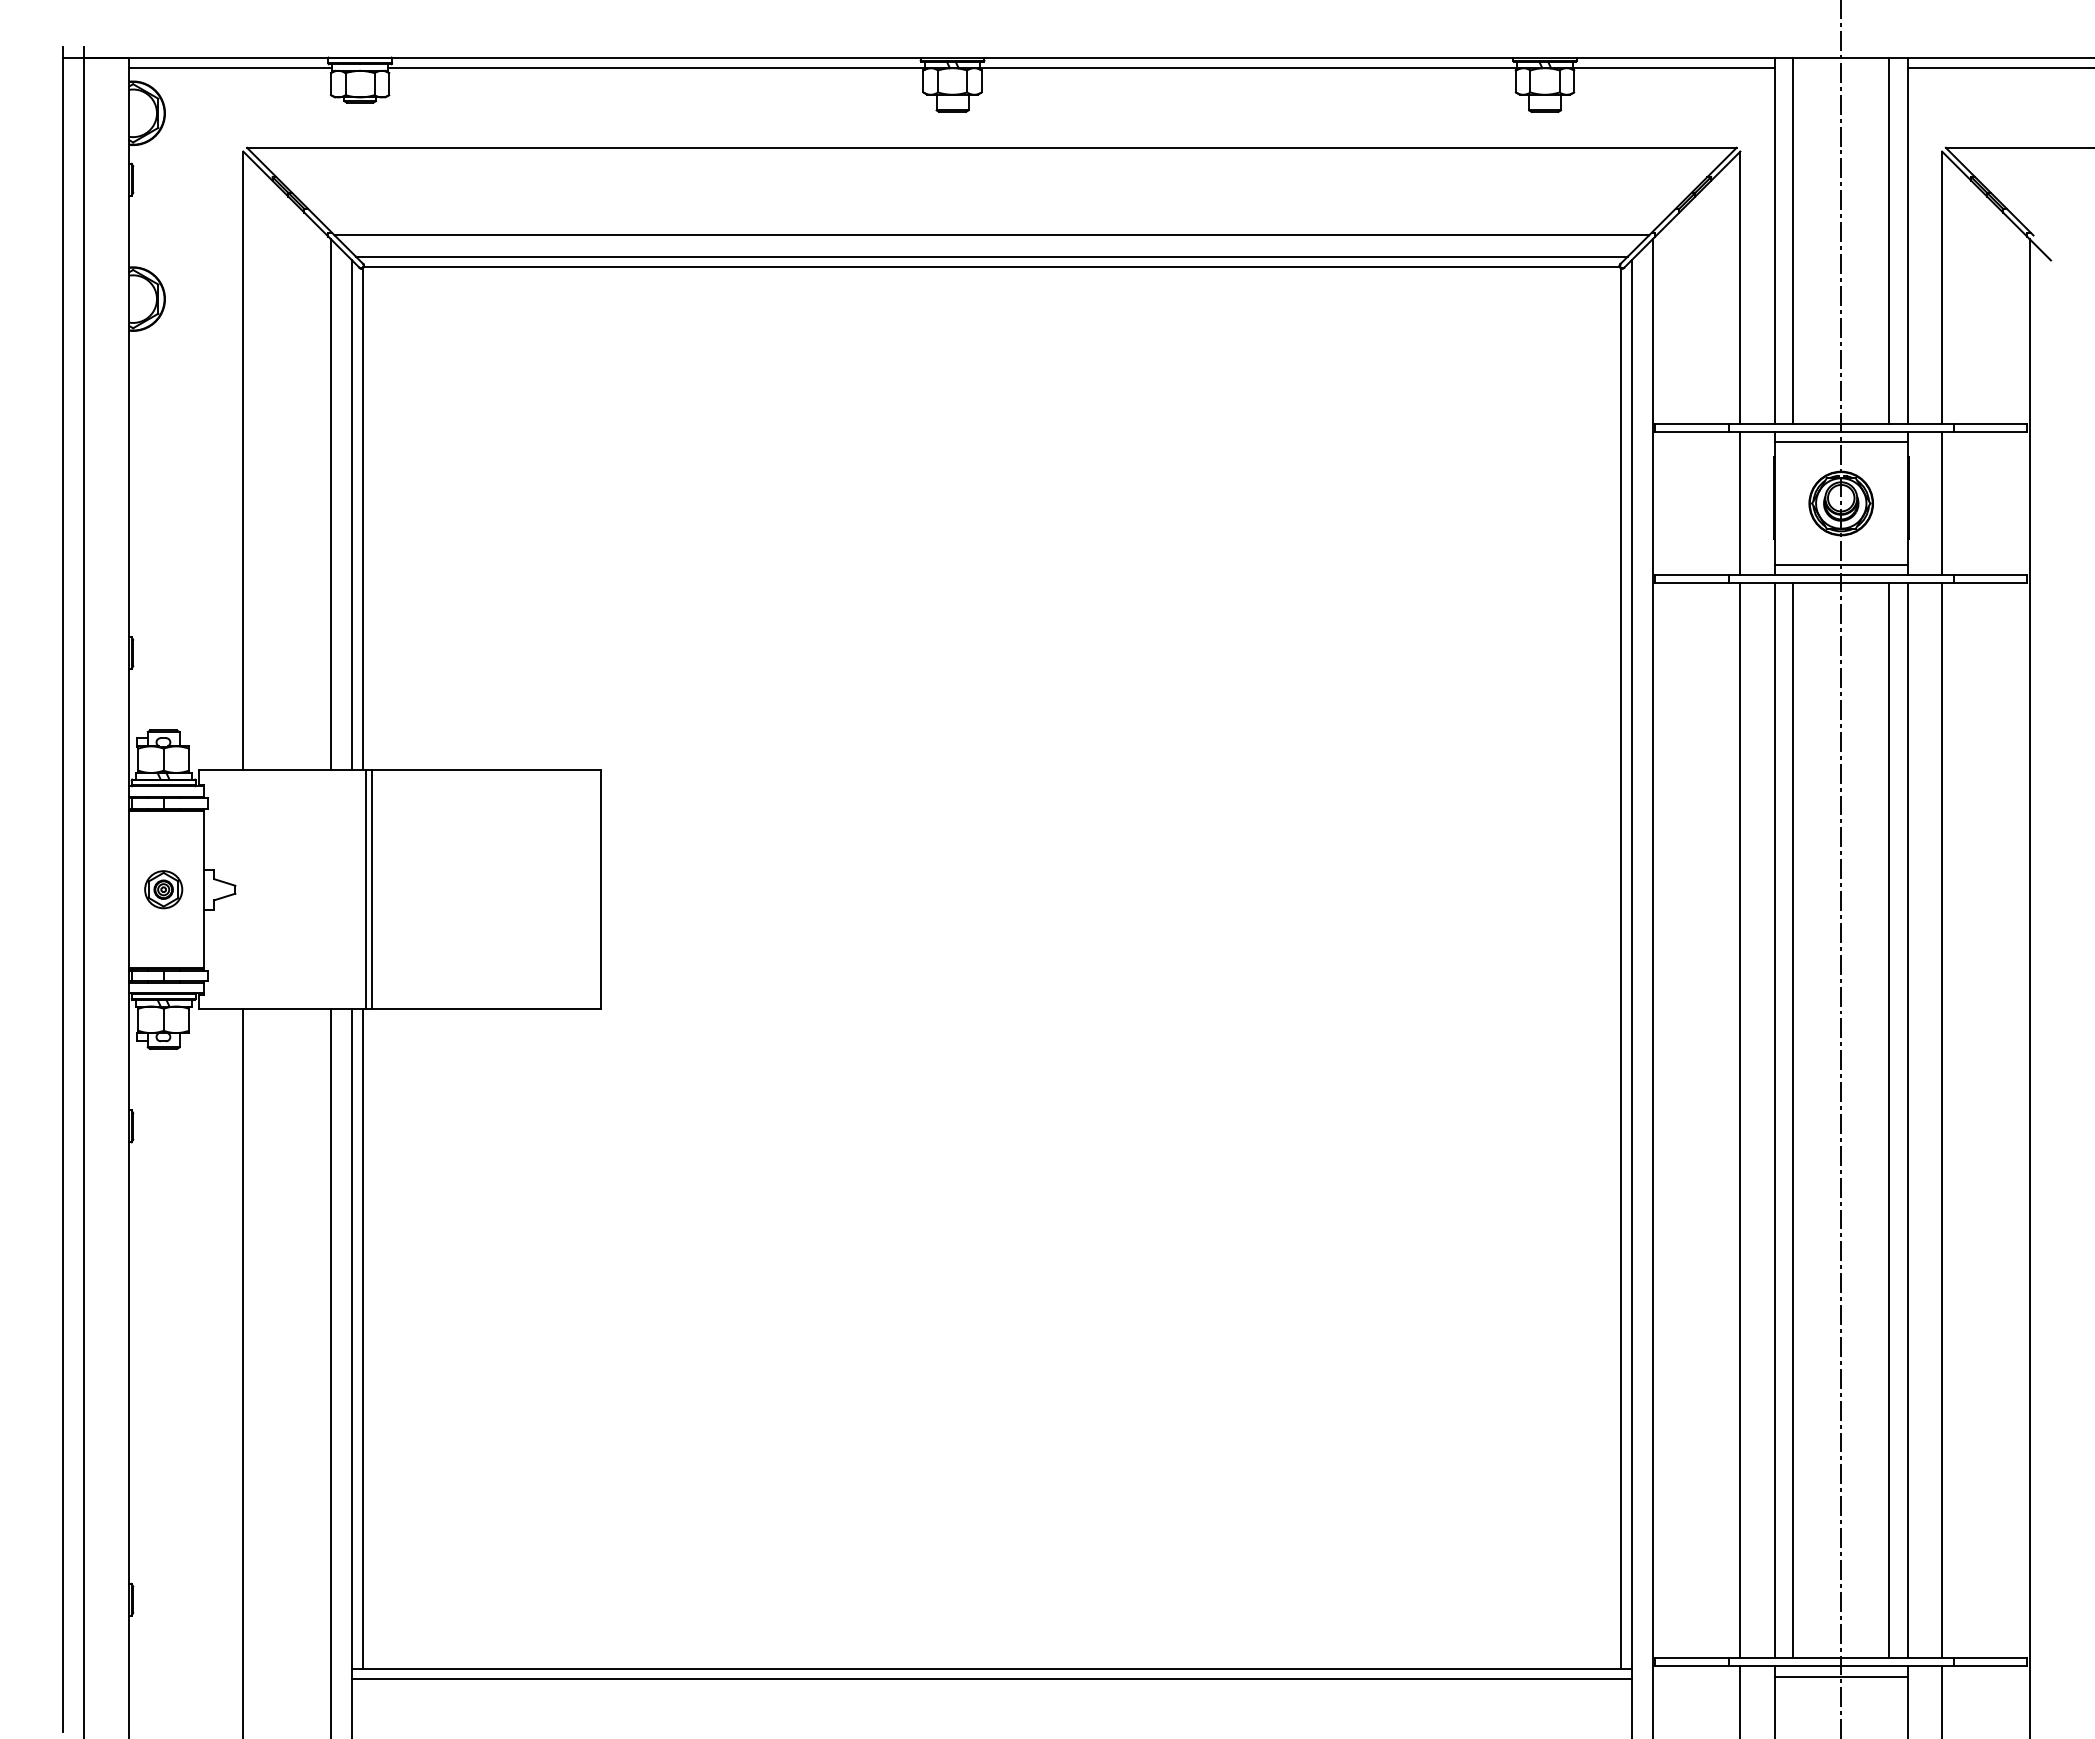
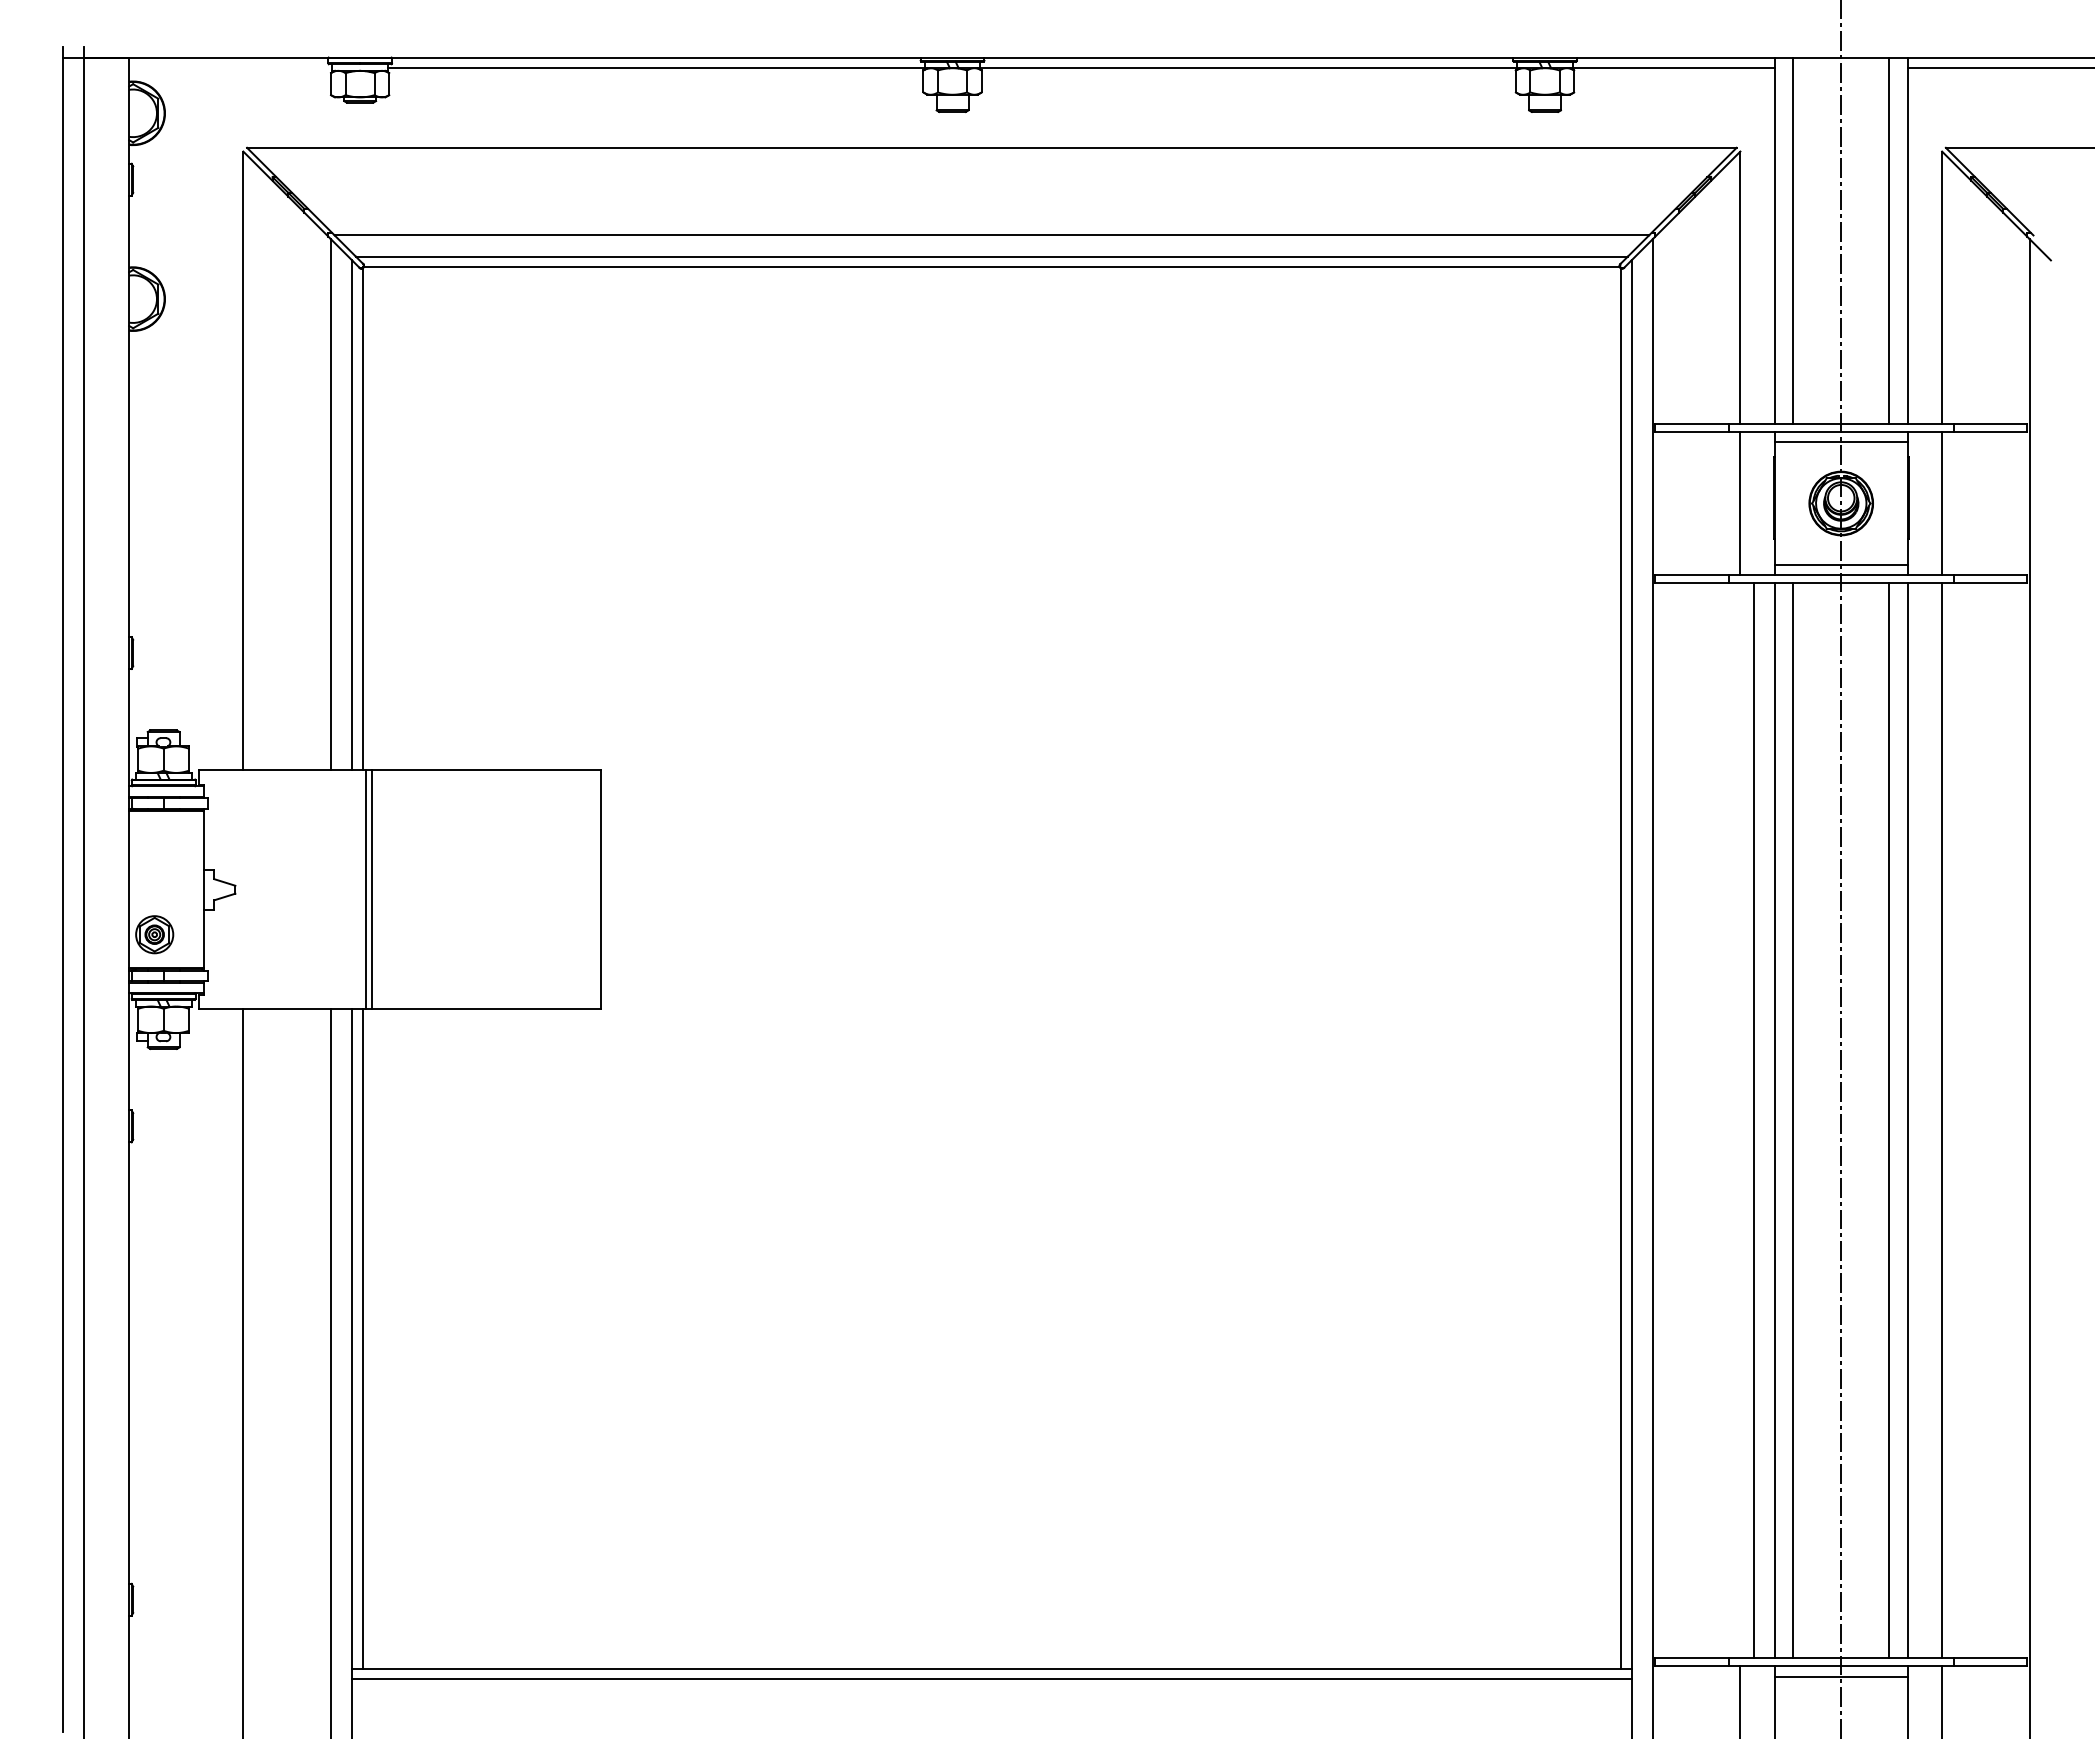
line at (230, 68): present -> none
part at (163, 889) position: (163, 889) -> (154, 934)
line at (1740, 1120) position: (1740, 1120) -> (1754, 1120)
